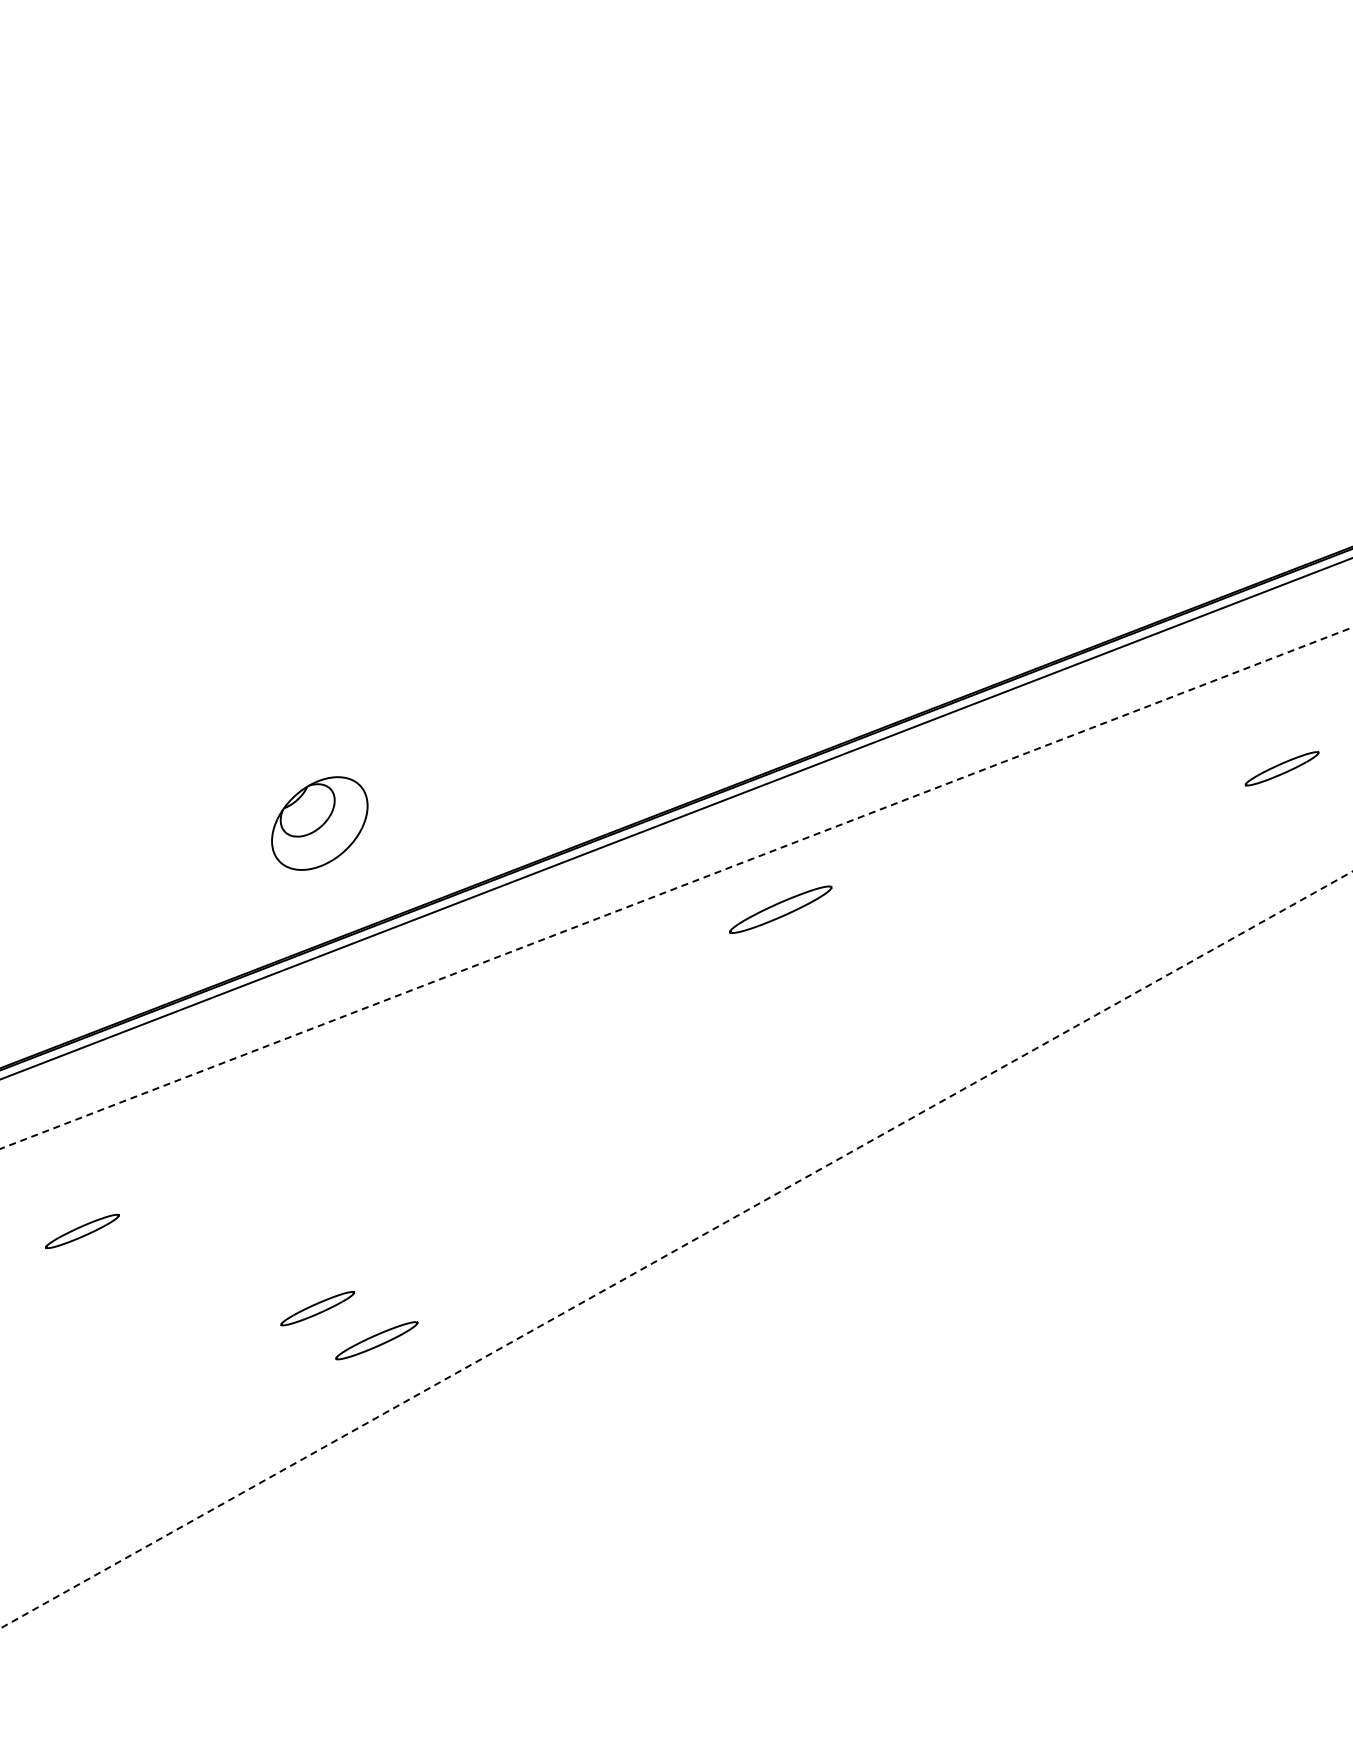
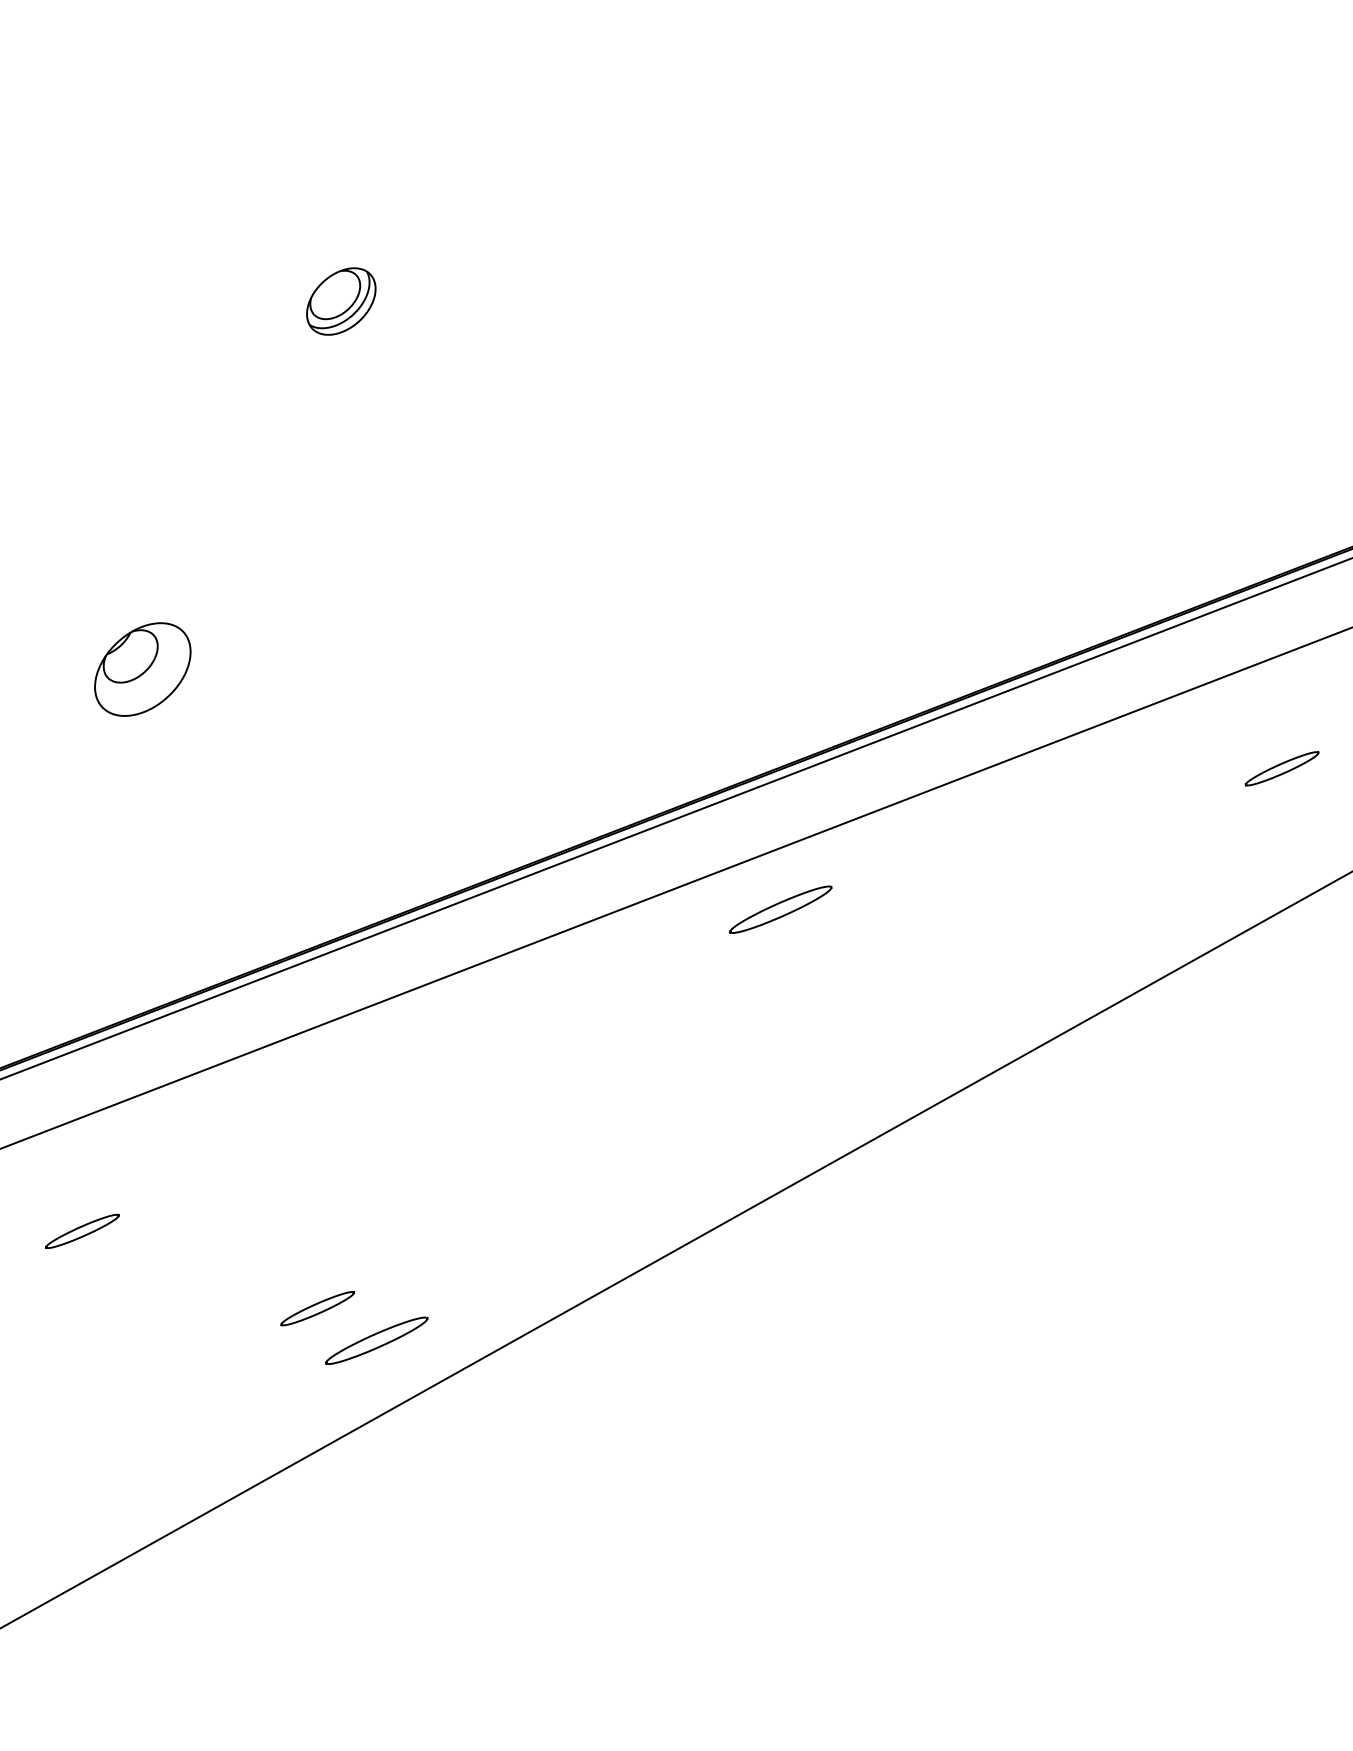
part at (341, 301): none -> present
part at (319, 823) position: (319, 823) -> (142, 669)
line at (675, 888): dashed -> solid
line at (676, 1249): dashed -> solid
part at (376, 1340) size: 84x40 px -> 104x49 px
